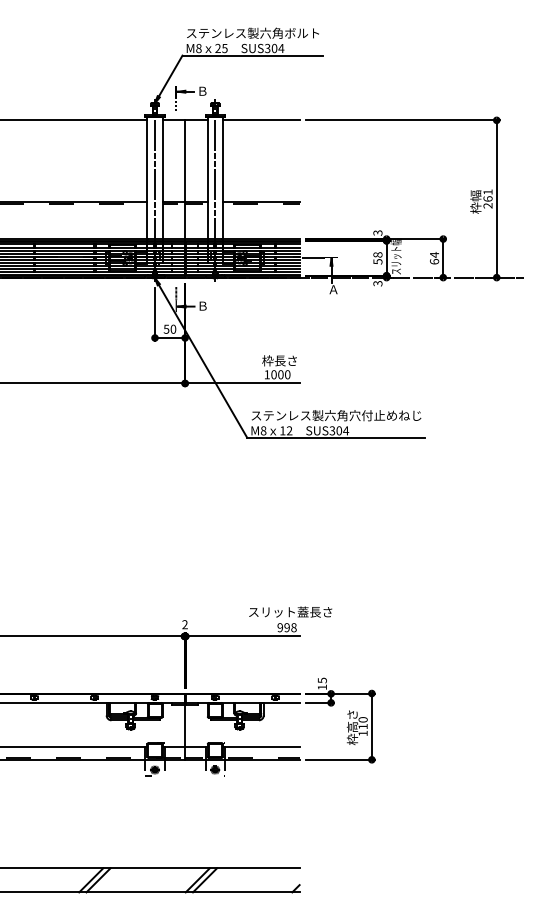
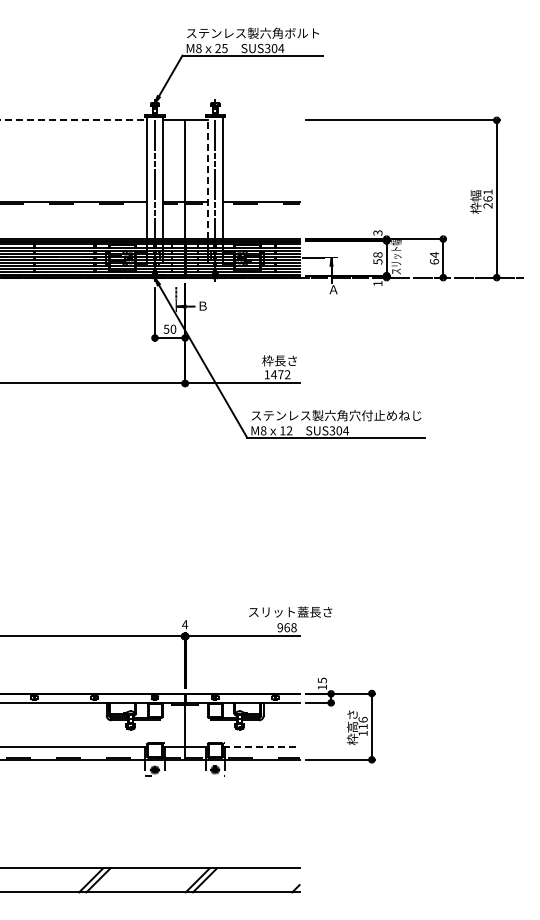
part at (190, 98): present -> none
line at (74, 120): solid -> dashed
line at (260, 120): present -> none
line at (207, 178): solid -> dashed
text at (377, 283): 3 -> 1
text at (280, 374): 1000 -> 1472
text at (185, 624): 2 -> 4
text at (286, 627): 998 -> 968
text at (362, 719): 110 -> 116
line at (261, 746): solid -> dashed
